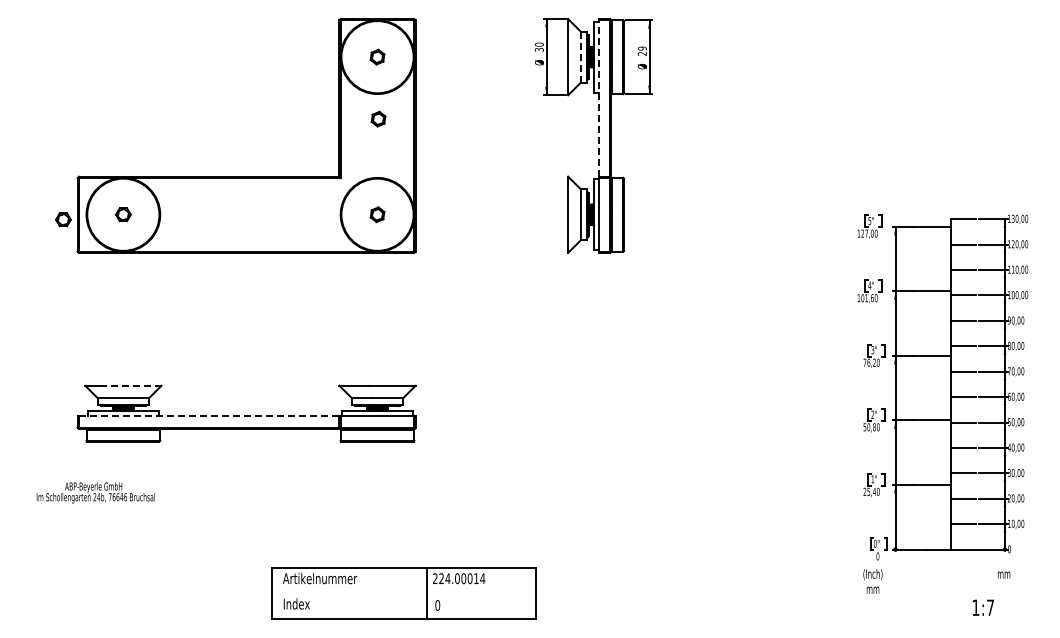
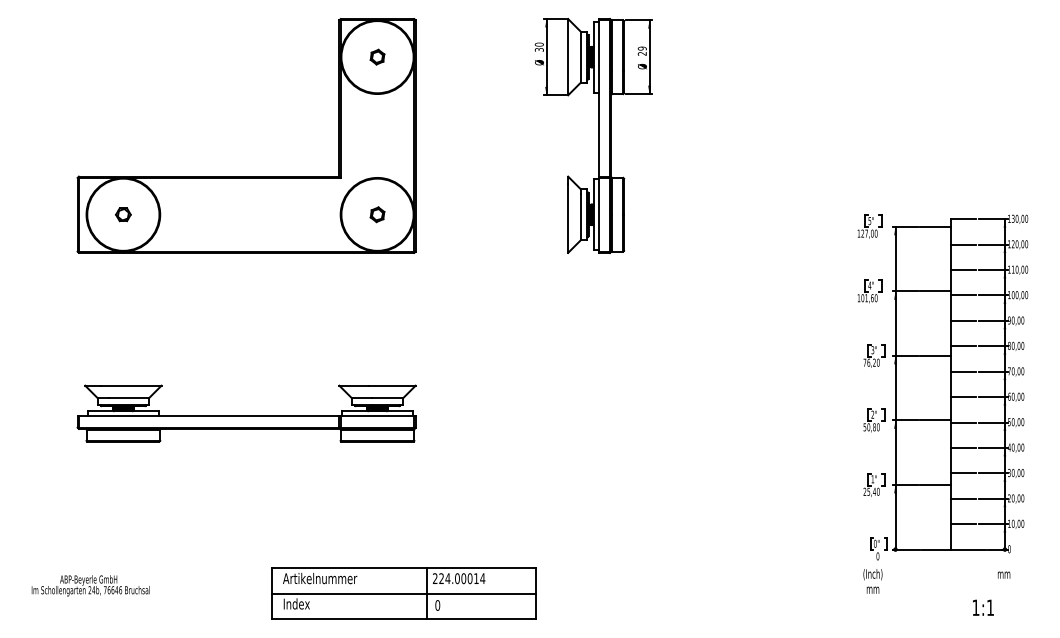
line at (580, 58): dashed -> solid
line at (598, 98): dashed -> solid
part at (378, 118): present -> none
part at (63, 219): present -> none
line at (130, 385): dashed -> solid
line at (209, 416): dashed -> solid
text at (95, 492) position: (95, 492) -> (90, 585)
line at (404, 593): none -> present
text at (990, 607): 1:7 -> 1:1
